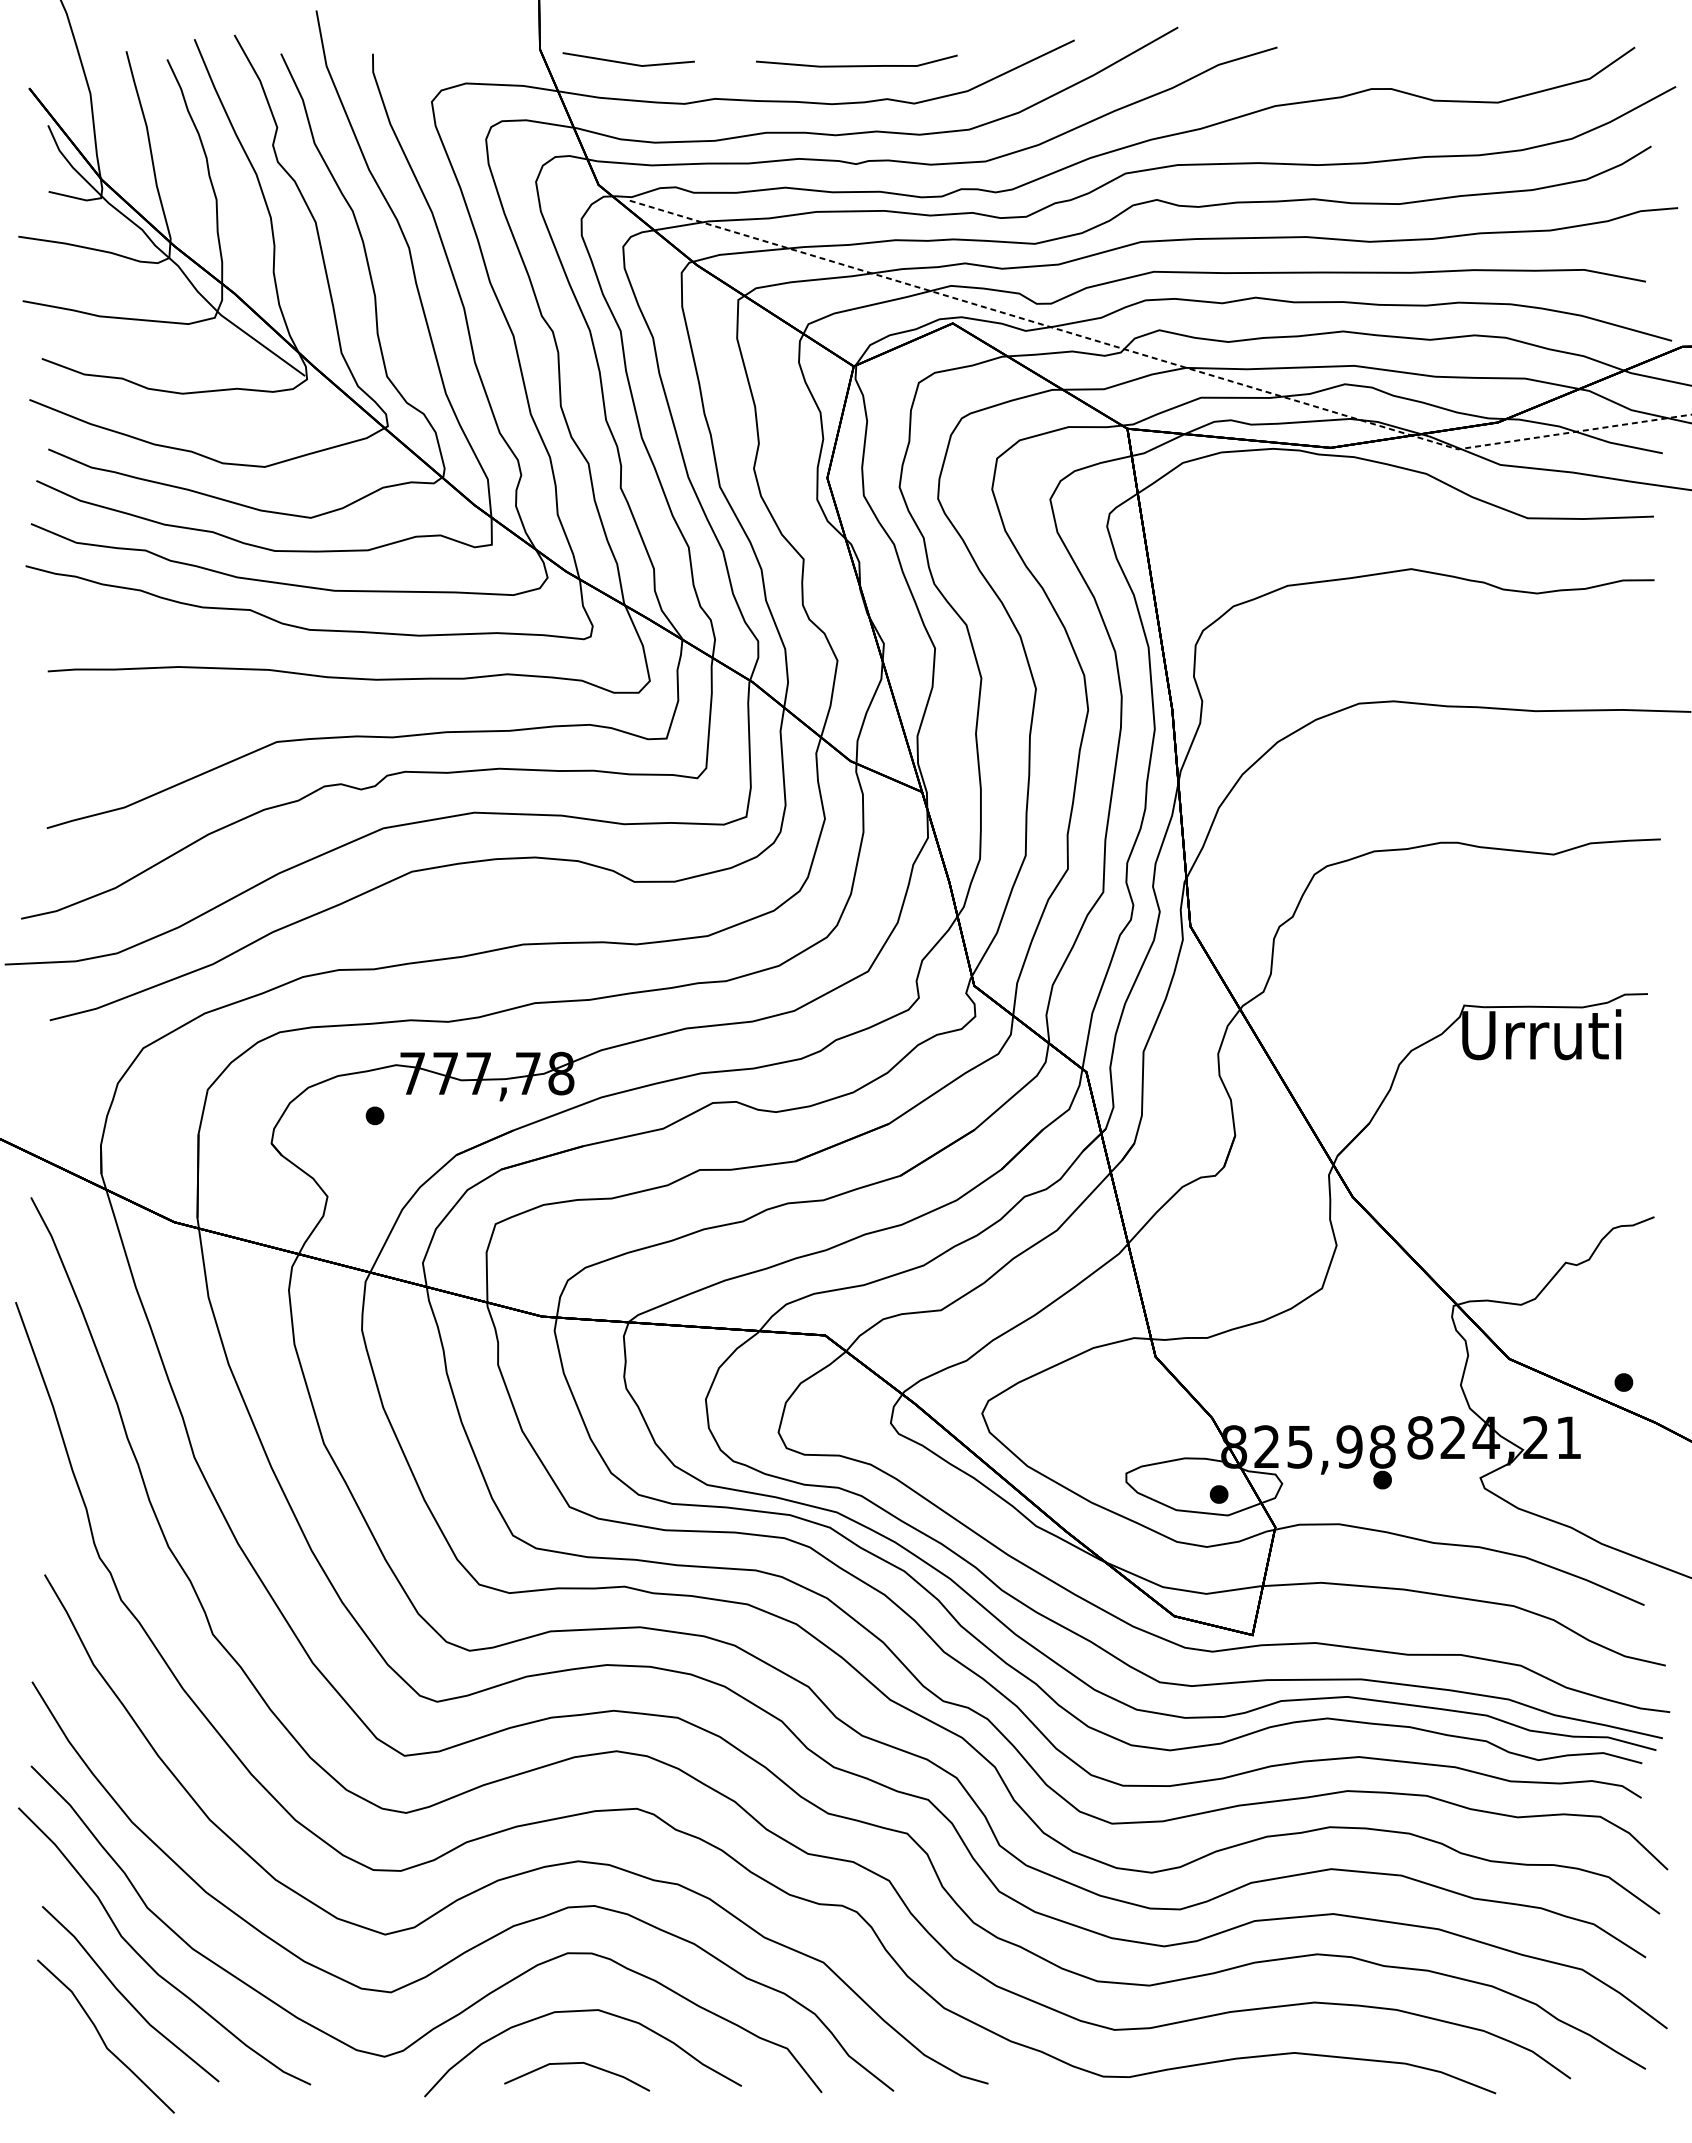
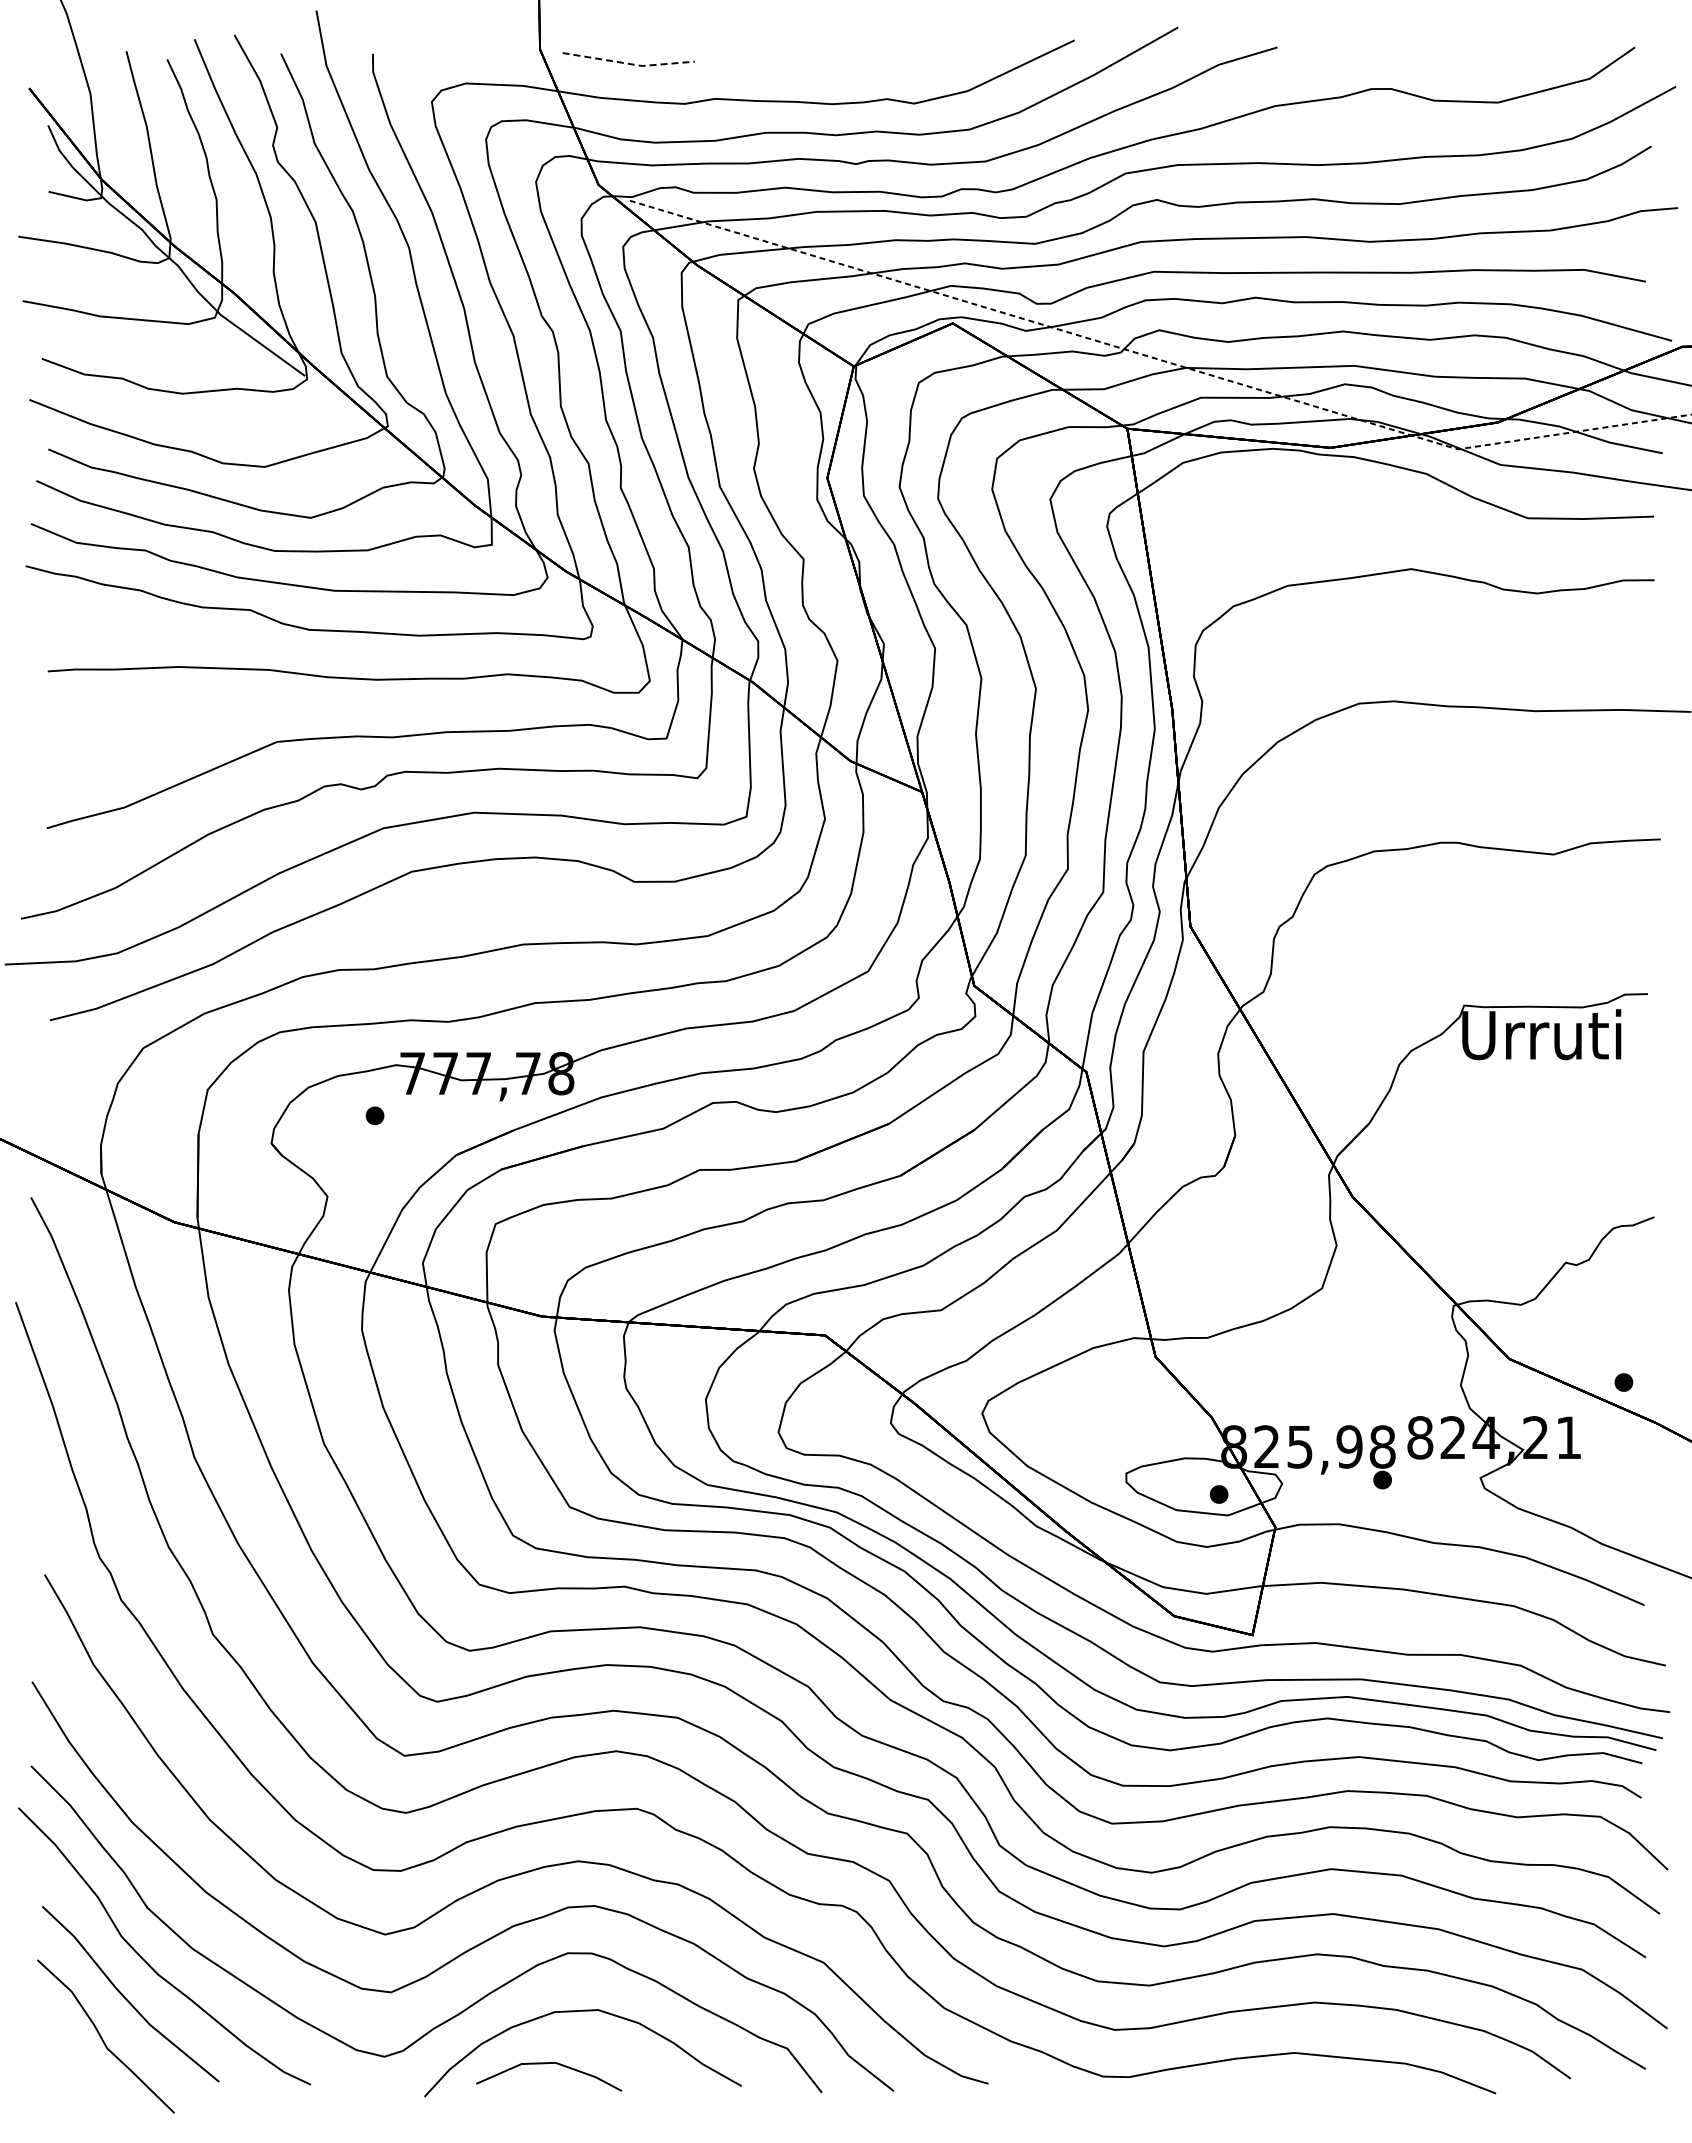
line at (629, 63): solid -> dashed
line at (856, 65): present -> none
line at (574, 2064) position: (574, 2064) -> (546, 2064)
